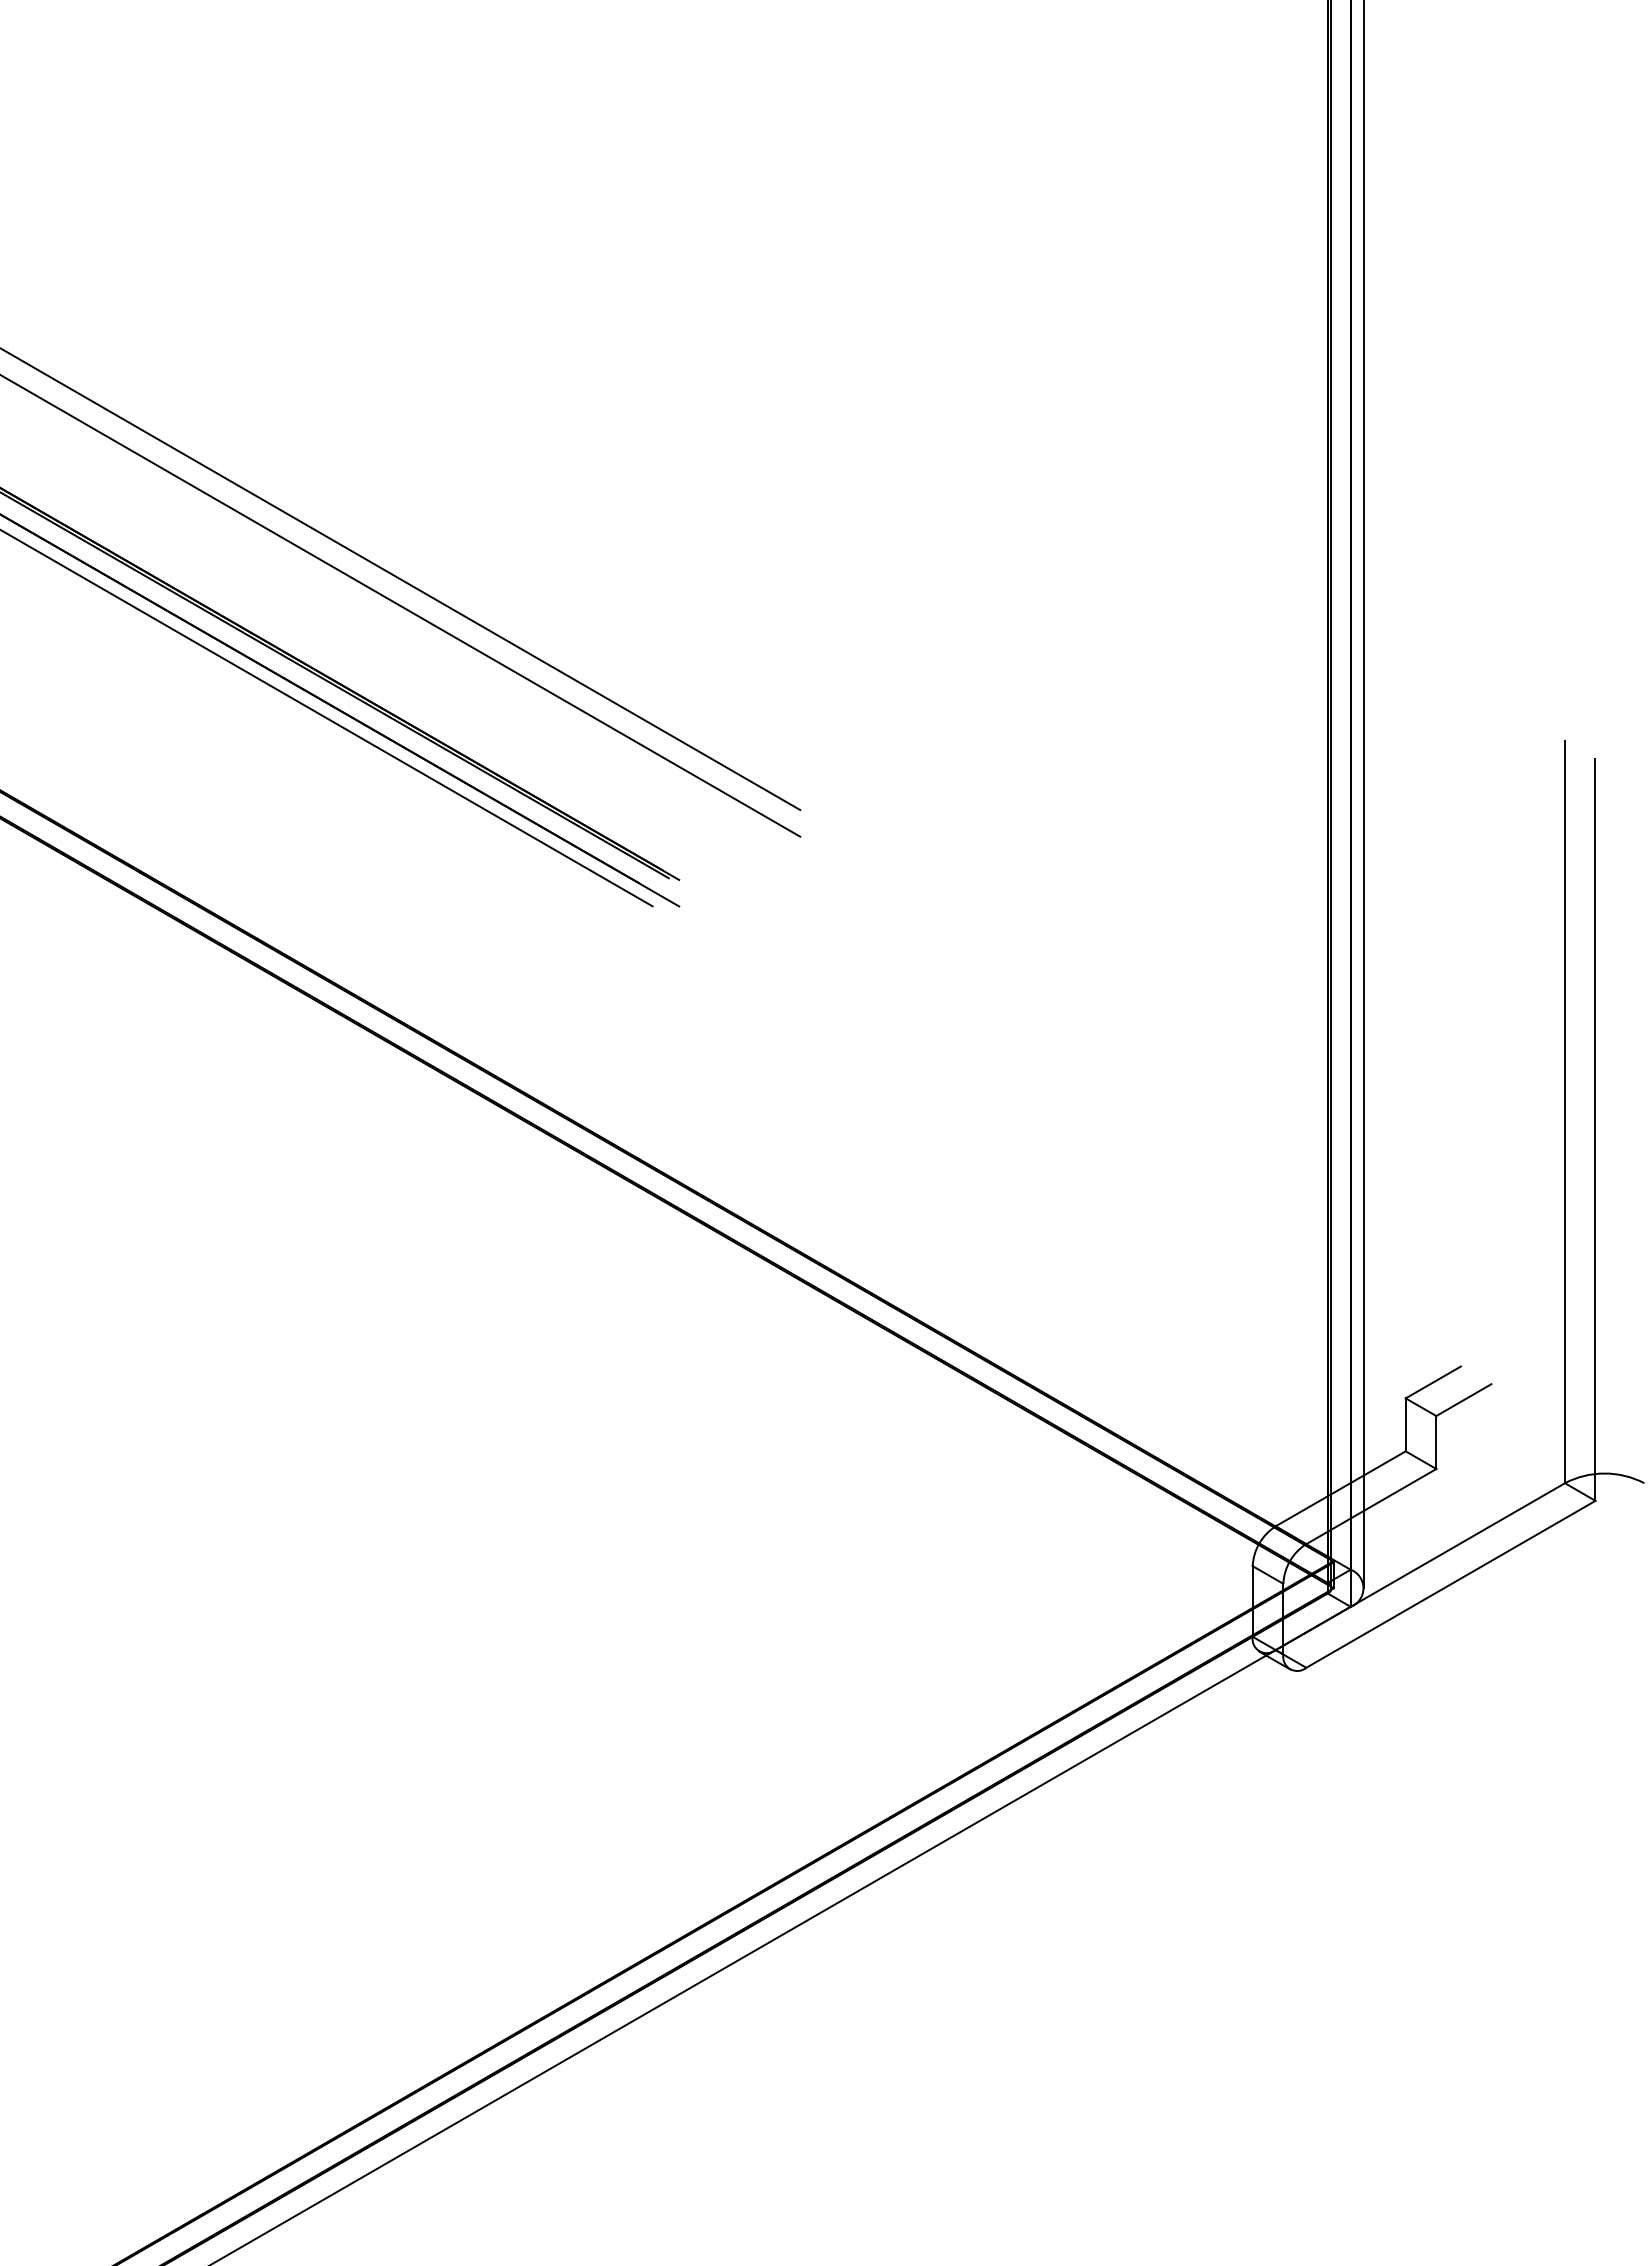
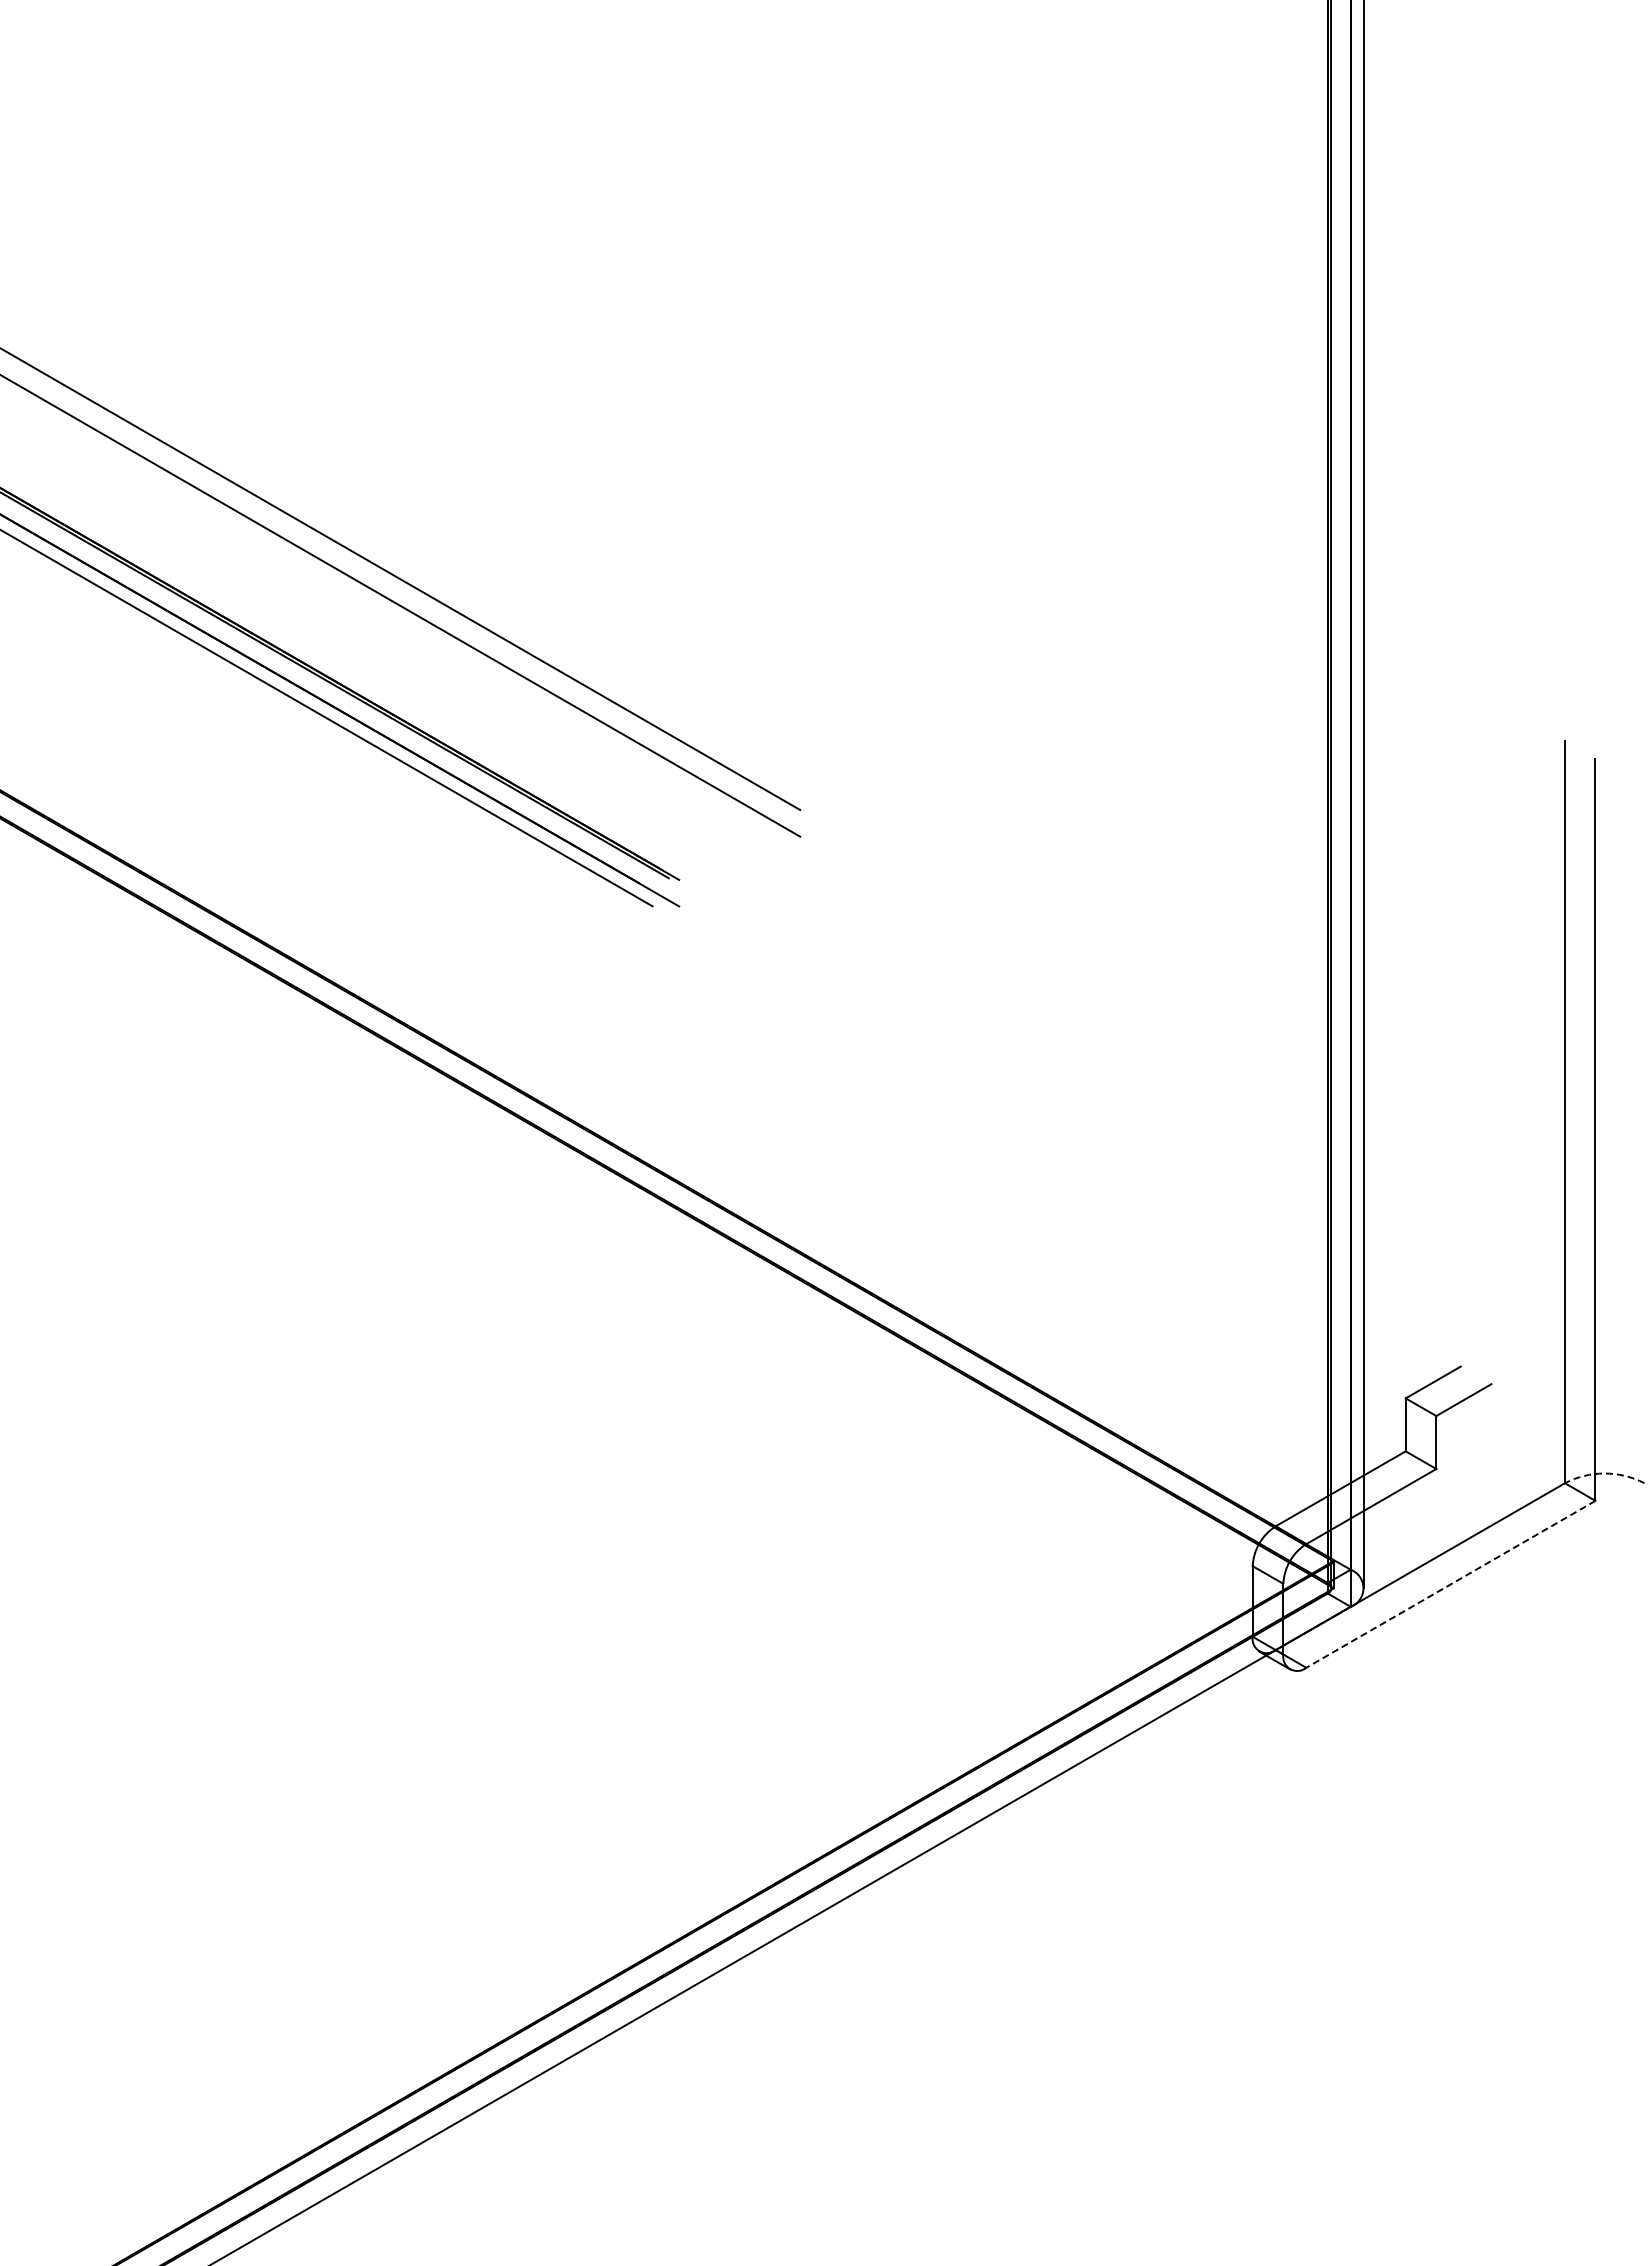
arc at (1604, 1473): solid -> dashed
line at (1450, 1584): solid -> dashed
